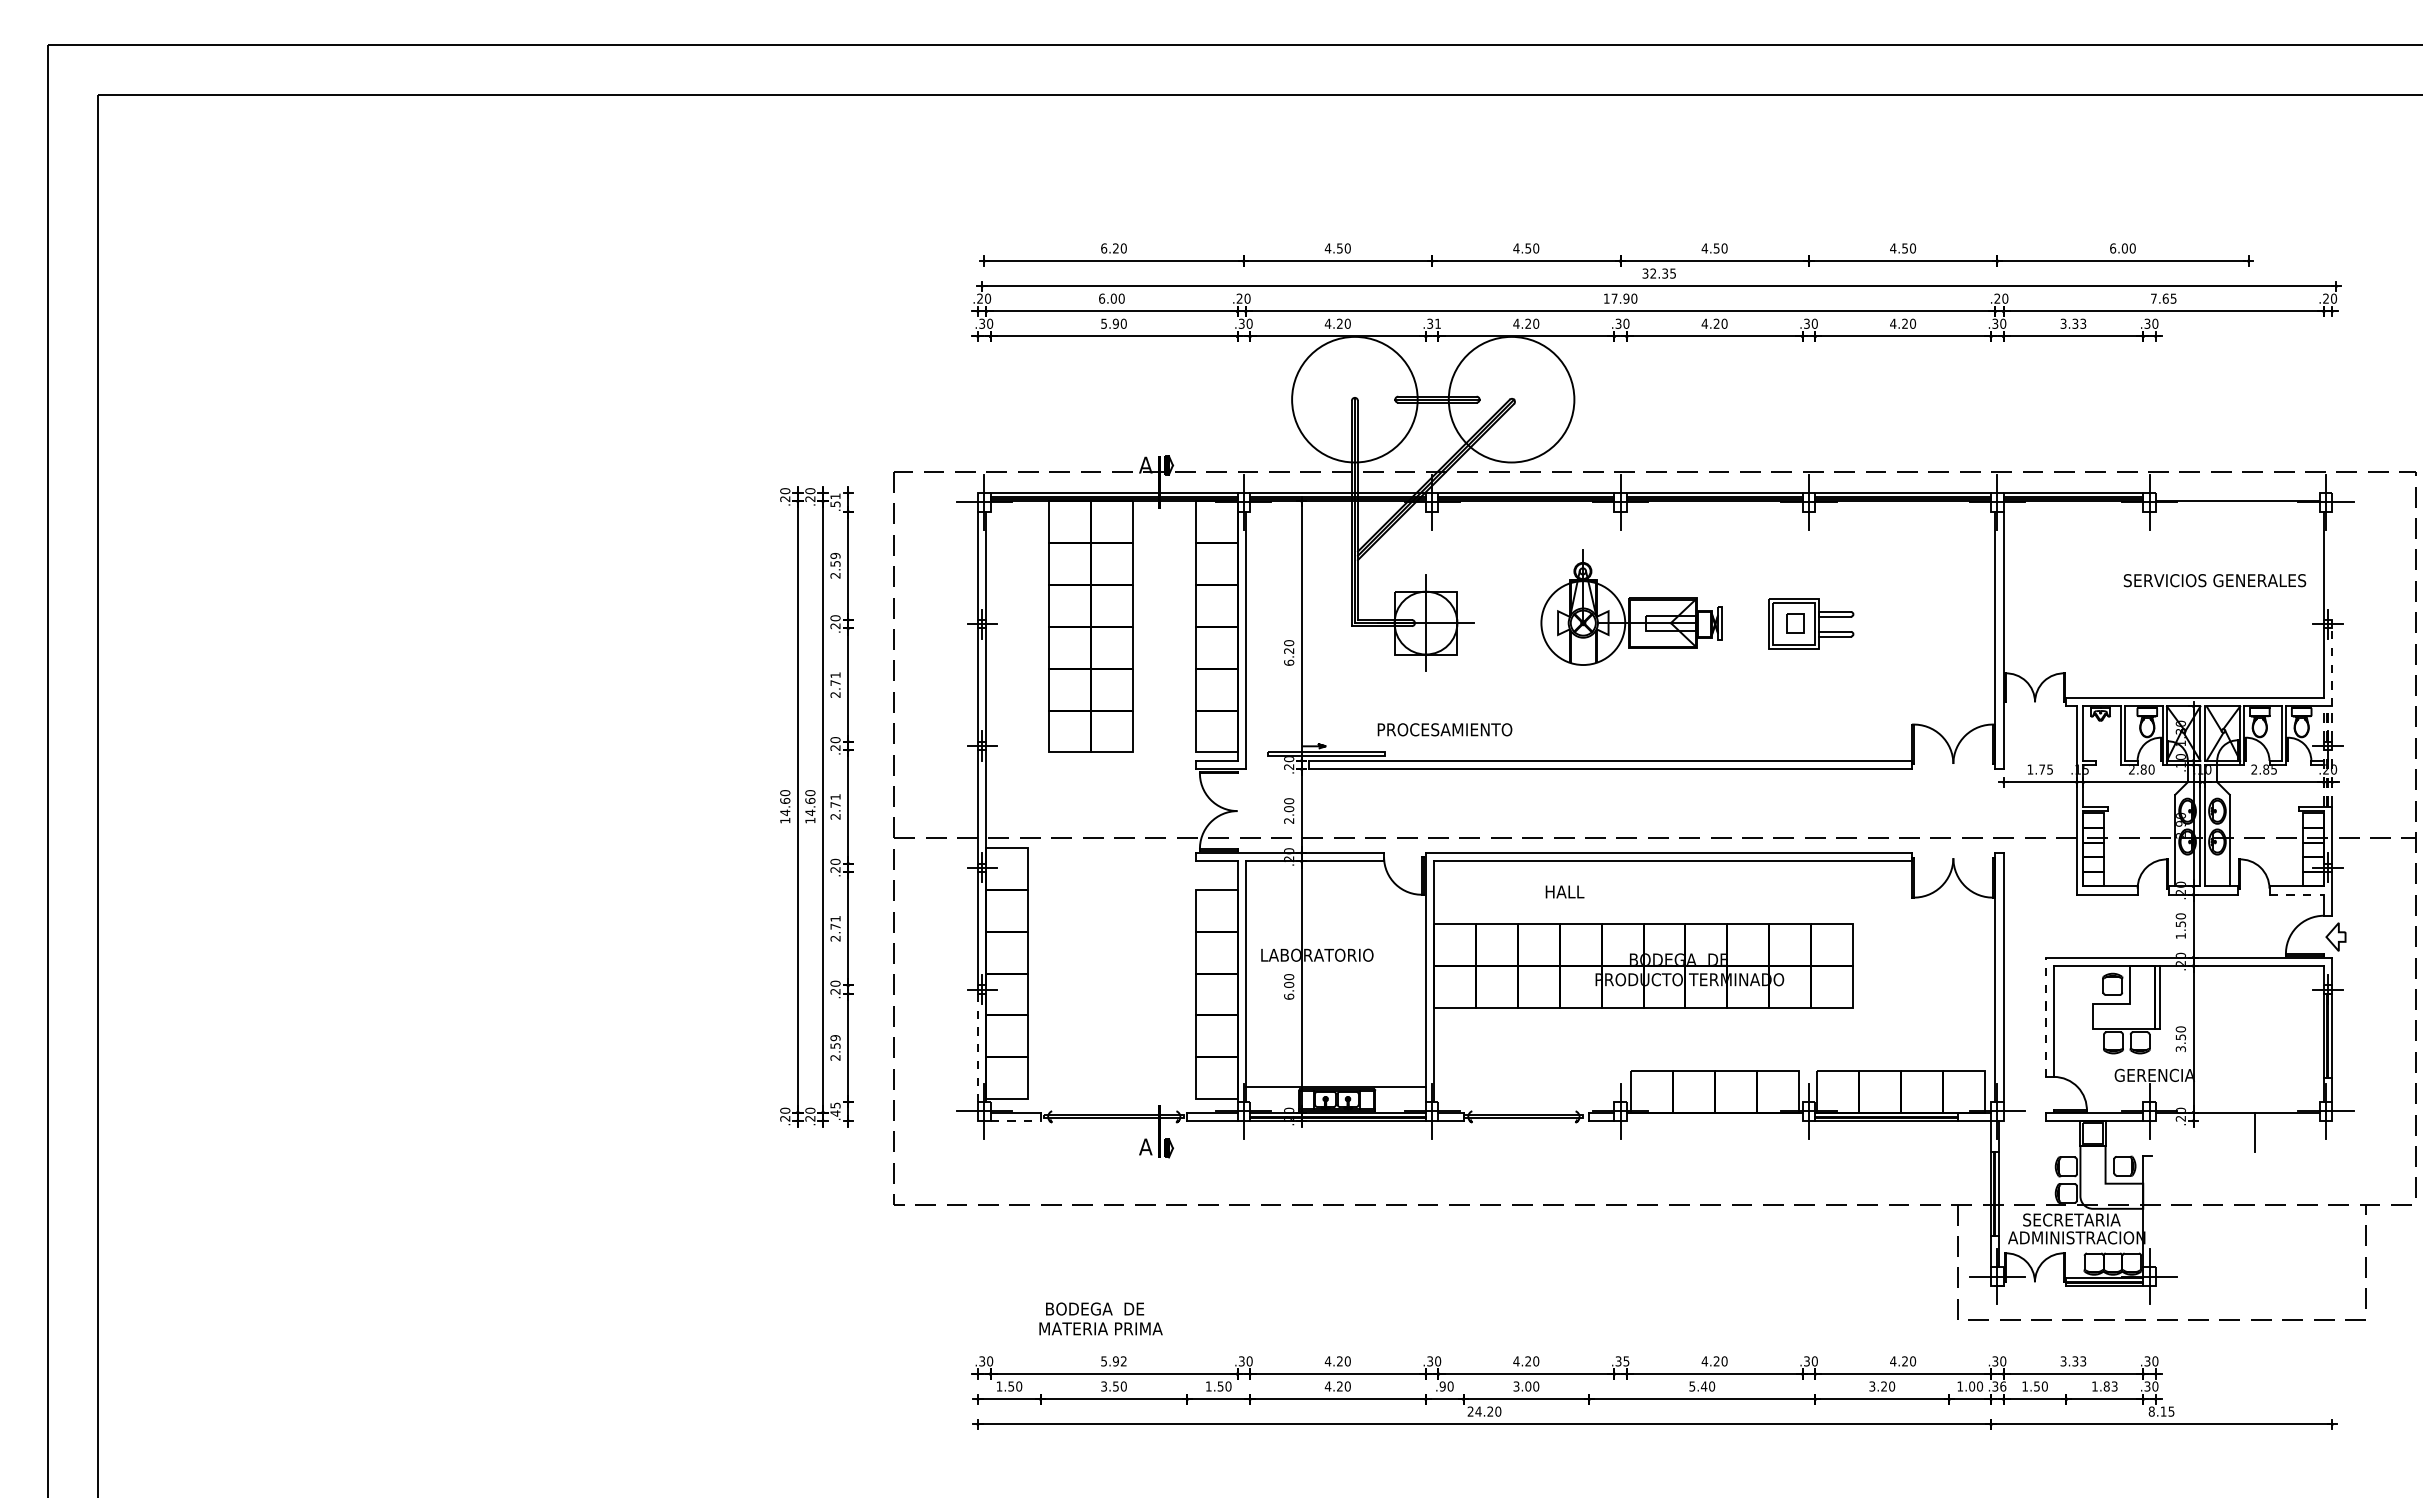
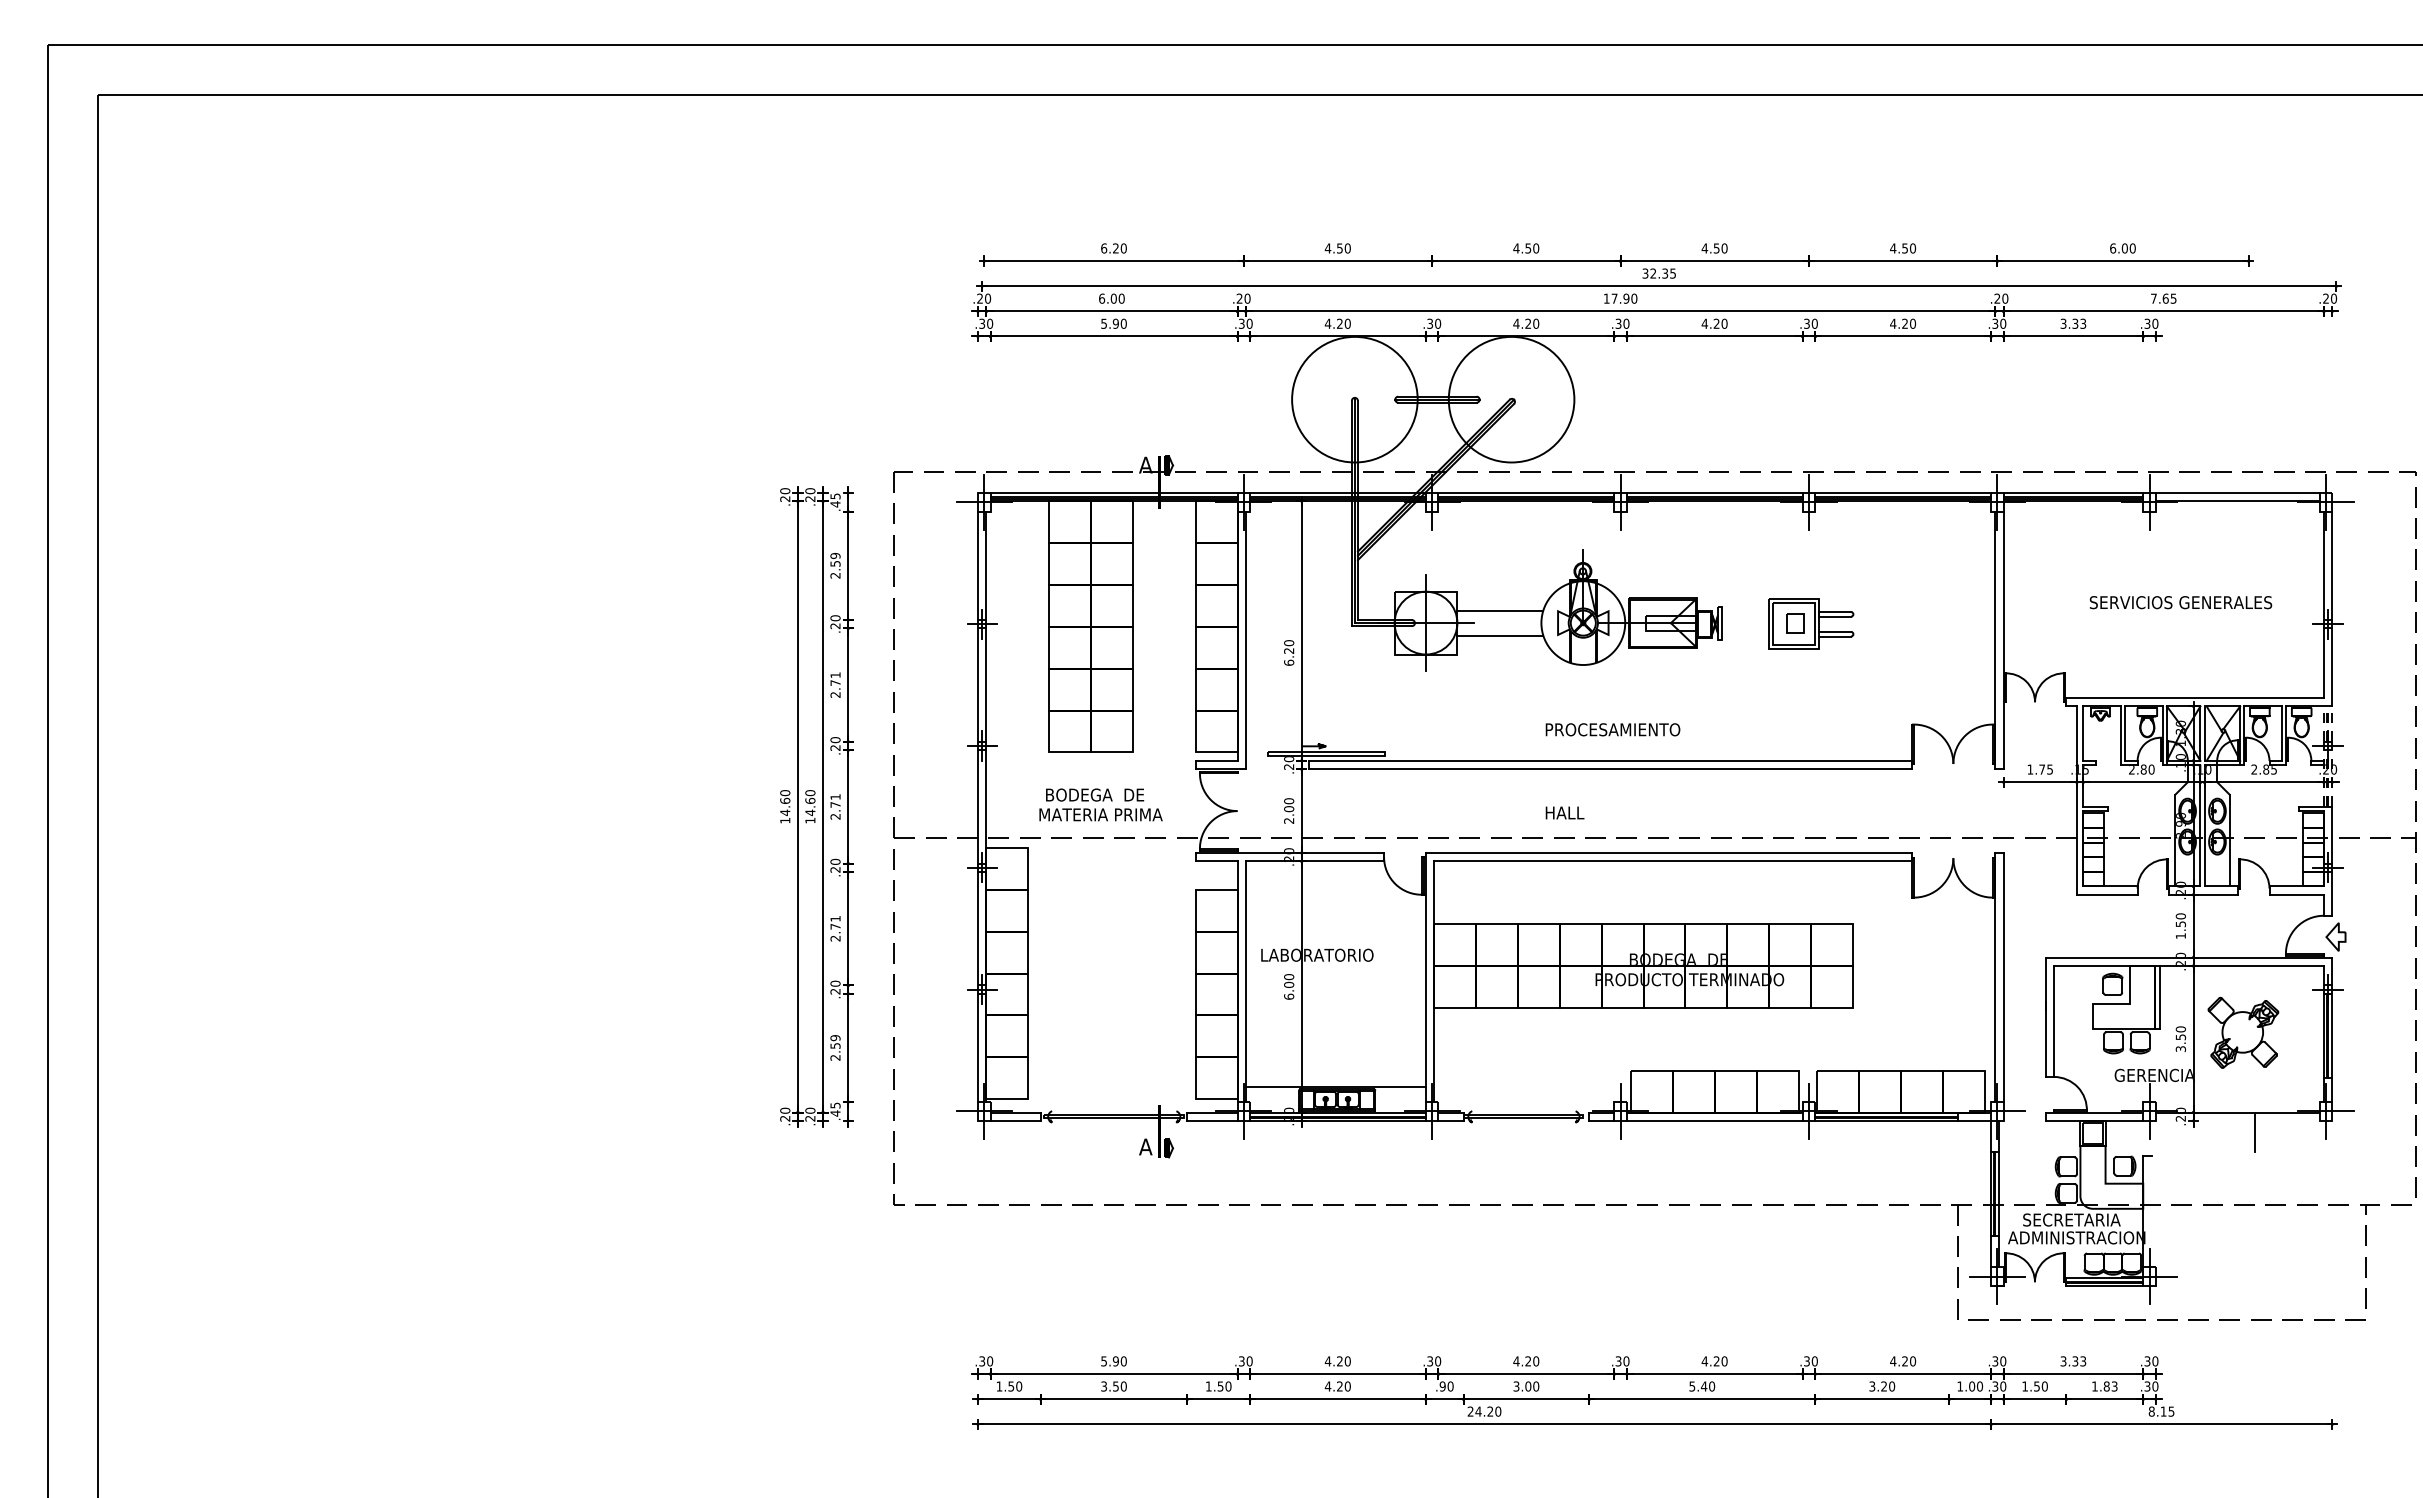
text at (1438, 323): .31 -> .30
line at (2237, 492): none -> present
text at (835, 500): .51 -> .45
line at (2332, 565): none -> present
text at (2214, 580) position: (2214, 580) -> (2180, 602)
line at (1500, 610): none -> present
line at (1500, 635): none -> present
line at (2332, 666): dashed -> solid
text at (1444, 729) position: (1444, 729) -> (1612, 729)
text at (1564, 891) position: (1564, 891) -> (1564, 812)
line at (2297, 894): dashed -> solid
line at (2045, 1017): dashed -> solid
part at (2243, 1032): none -> present
line at (977, 1048): dashed -> solid
line at (1016, 1120): dashed -> solid
line at (1714, 1120): none -> present
text at (1100, 1318) position: (1100, 1318) -> (1100, 804)
text at (1123, 1361): 5.92 -> 5.90
text at (1626, 1361): .35 -> .30
text at (2003, 1386): .36 -> .30
